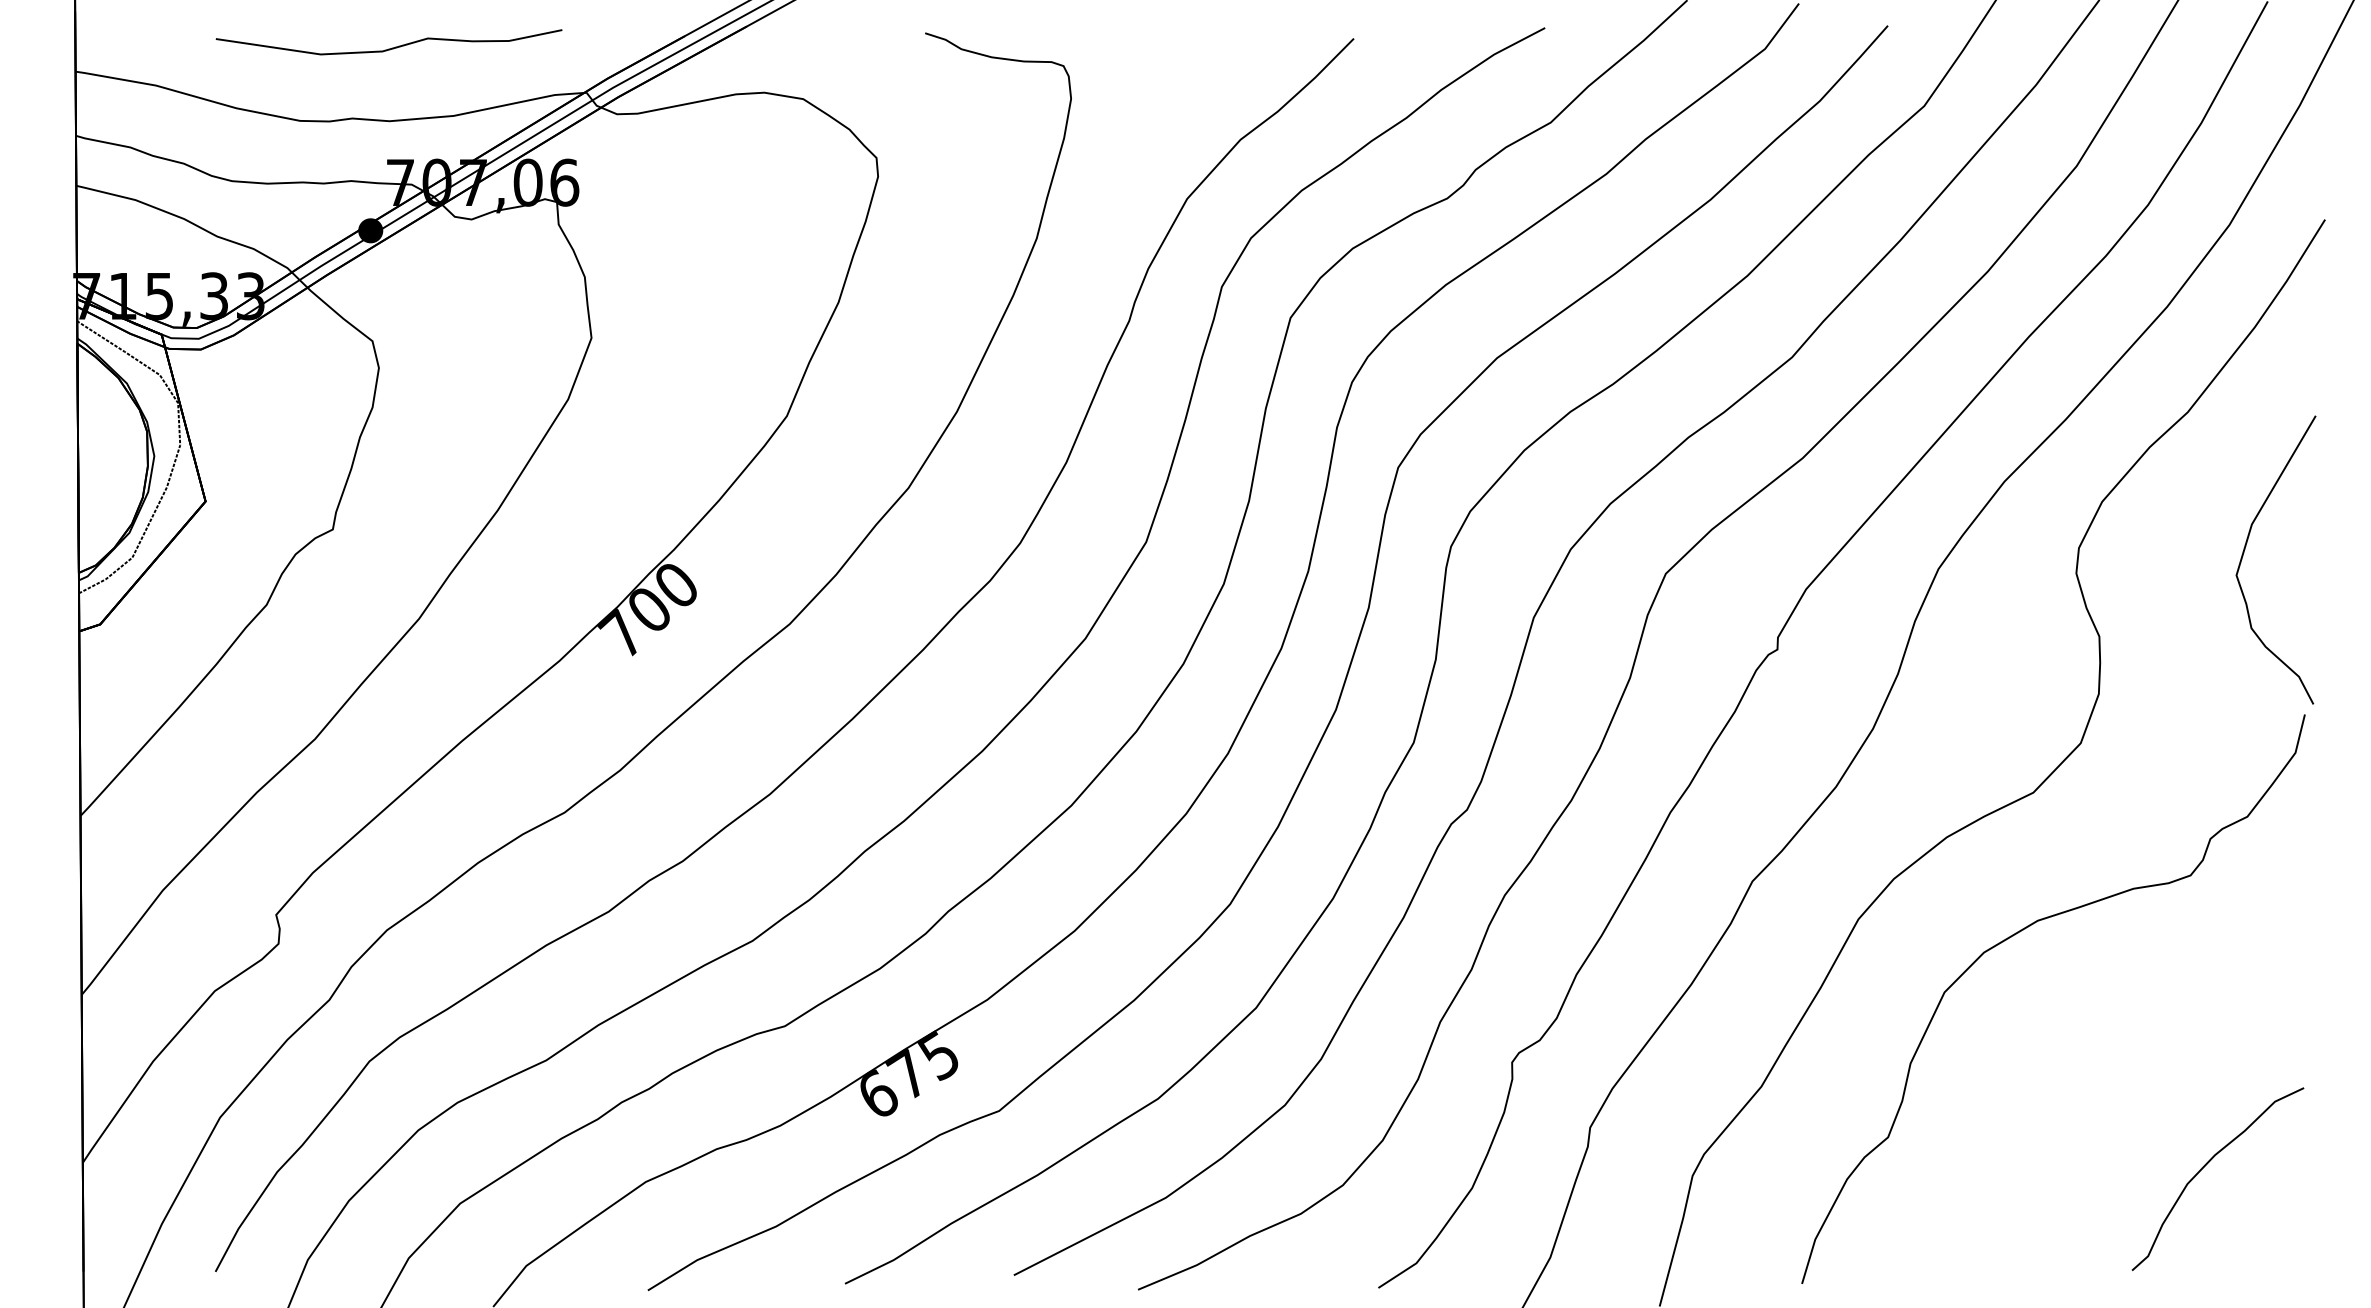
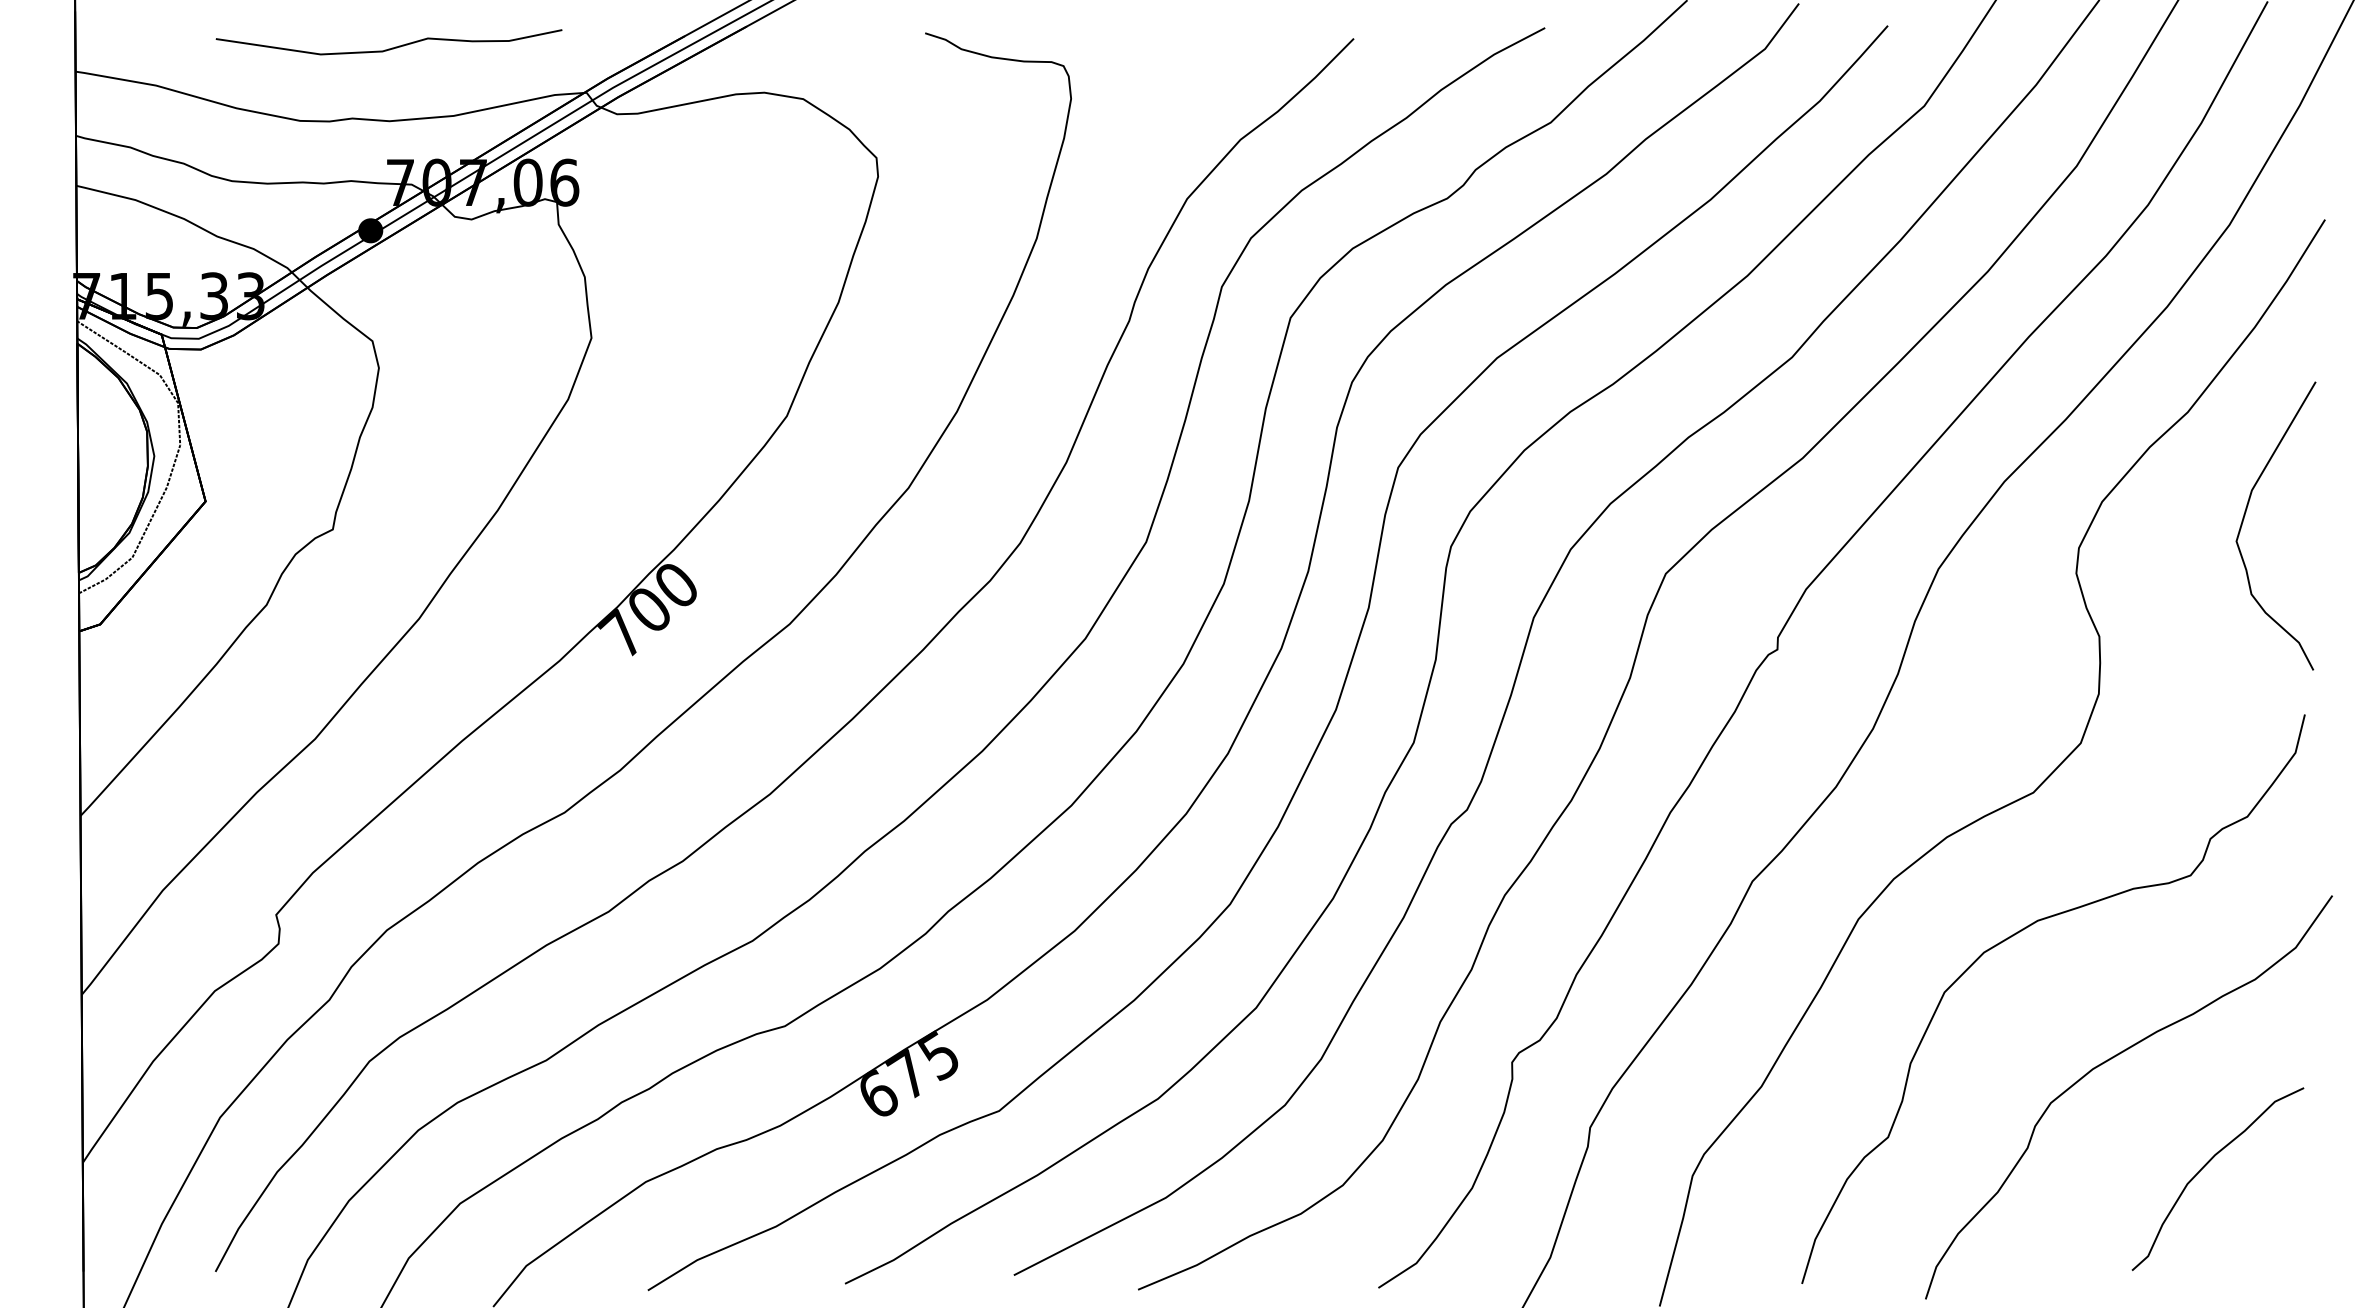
curve at (2244, 553) position: (2244, 553) -> (2244, 519)
curve at (2108, 1061): none -> present
